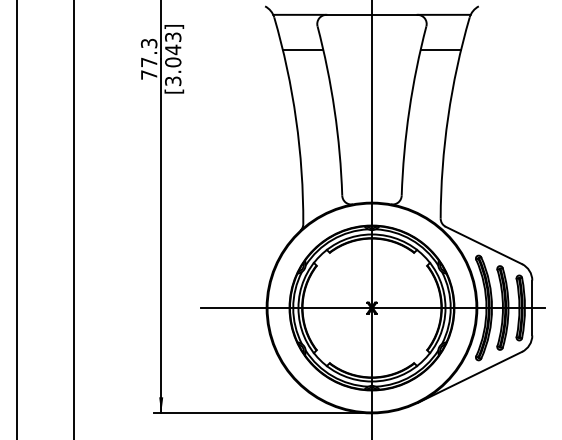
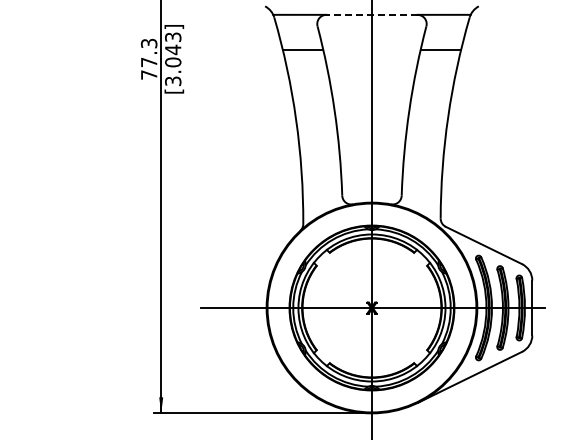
line at (371, 14): solid -> dashed
line at (16, 219): present -> none
line at (74, 219): present -> none
